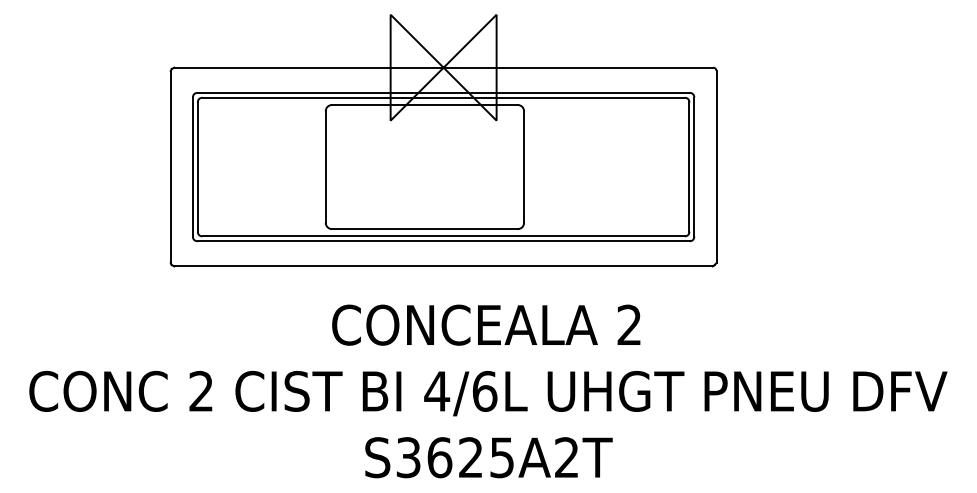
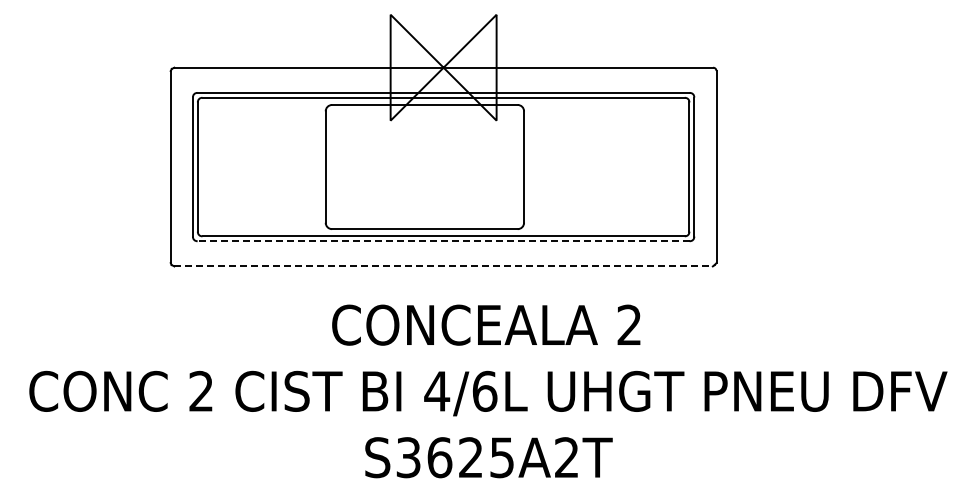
line at (443, 241): solid -> dashed
line at (444, 266): solid -> dashed
